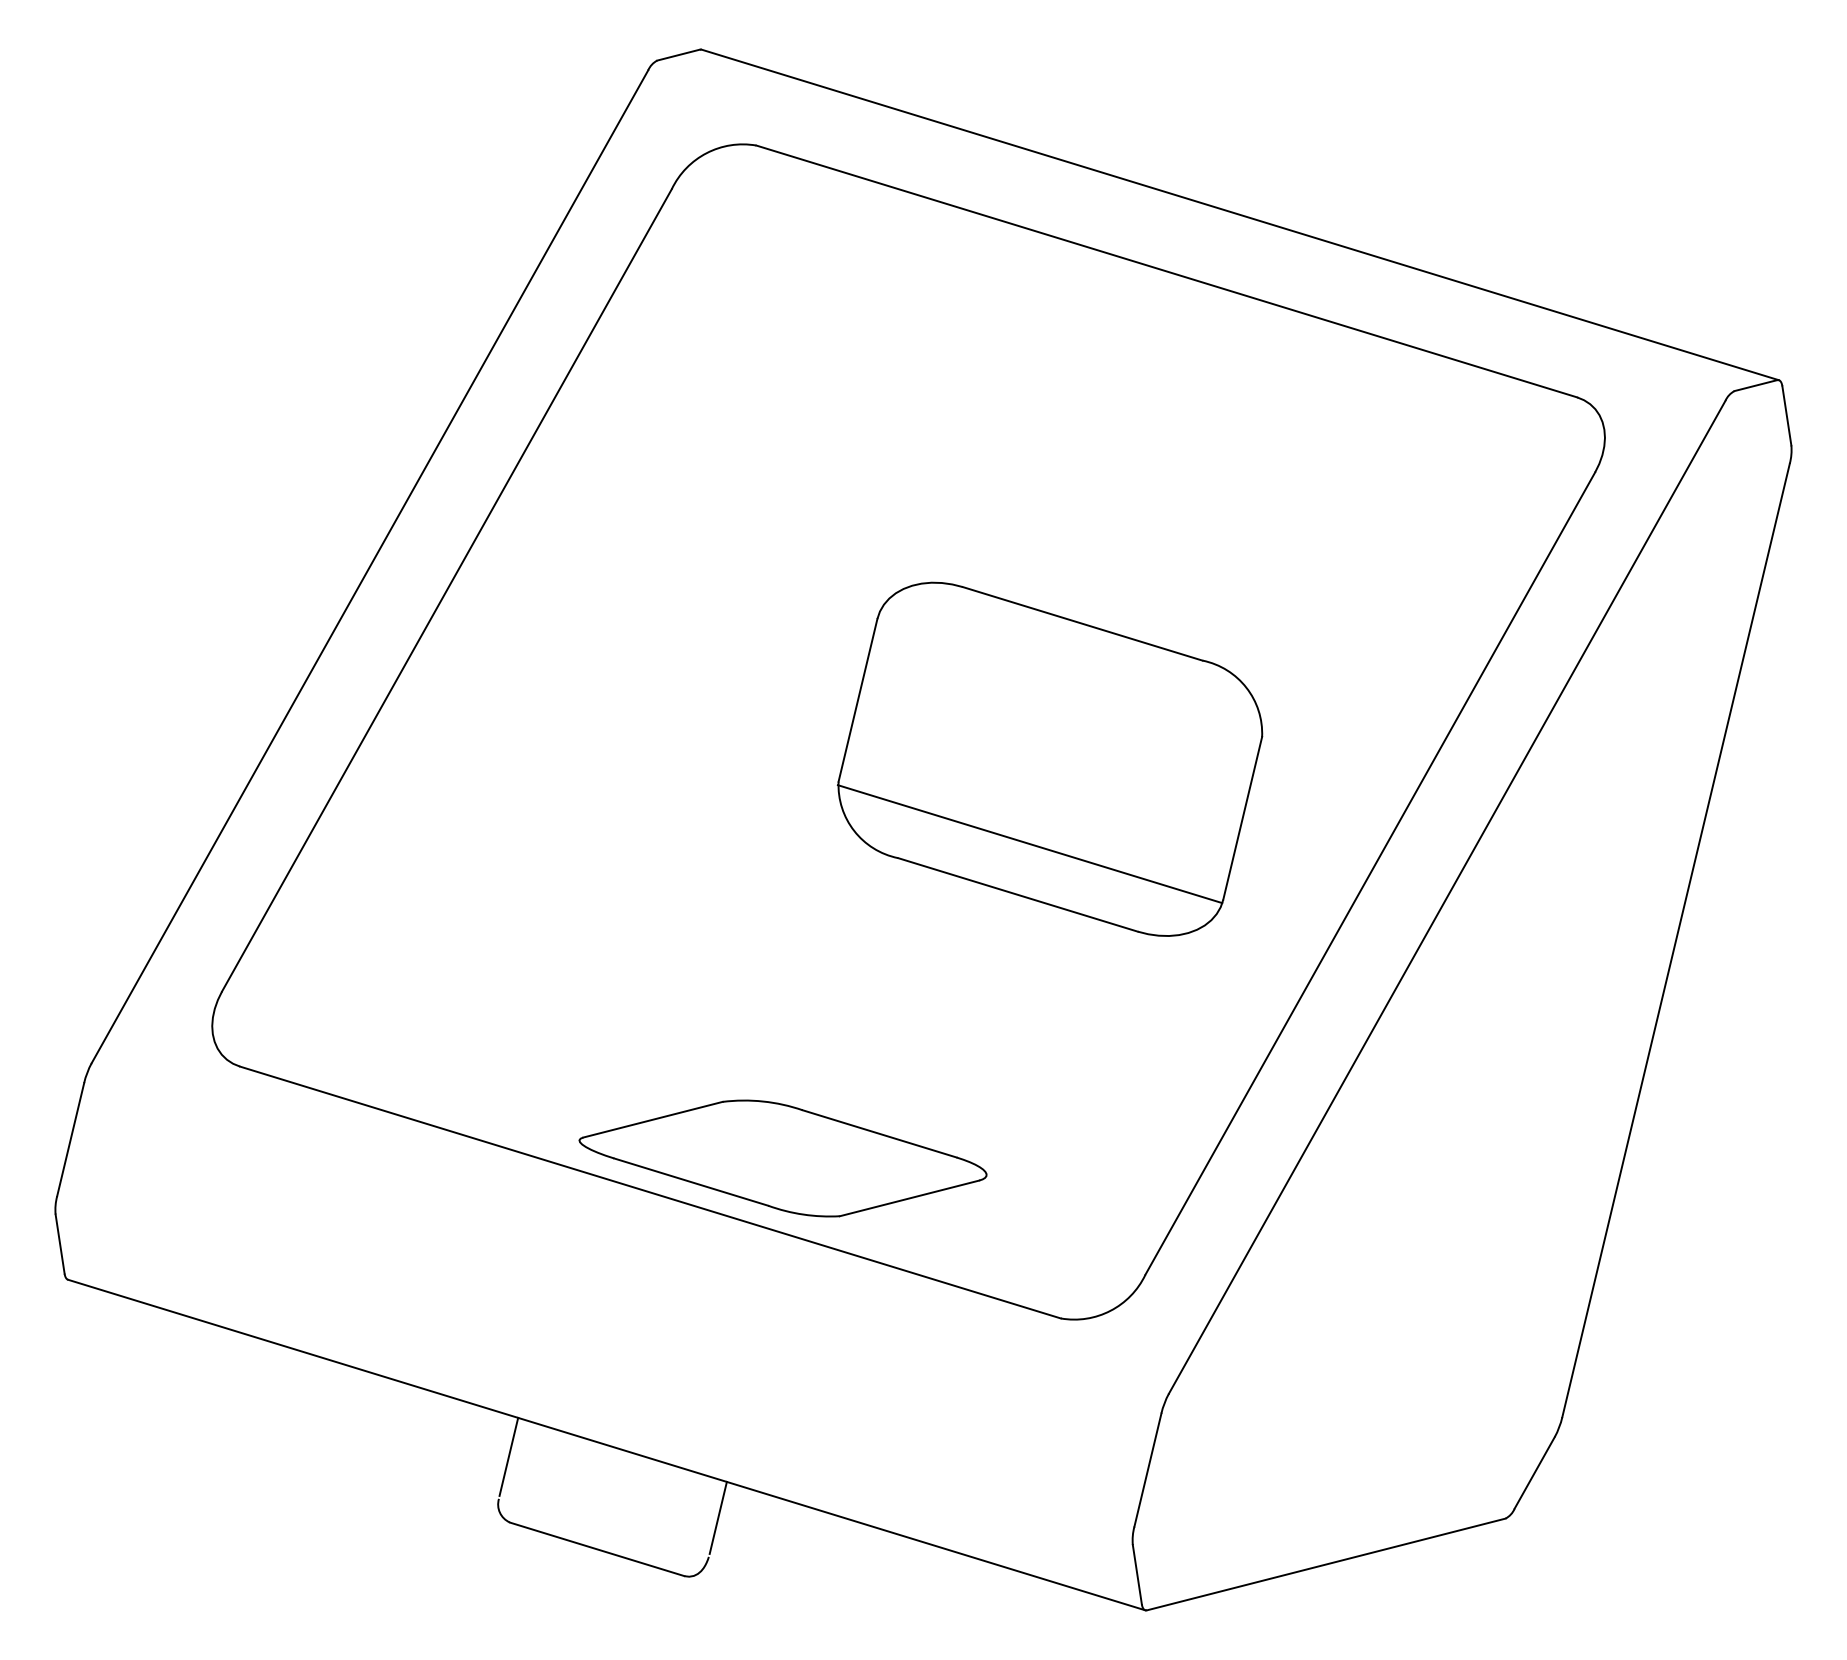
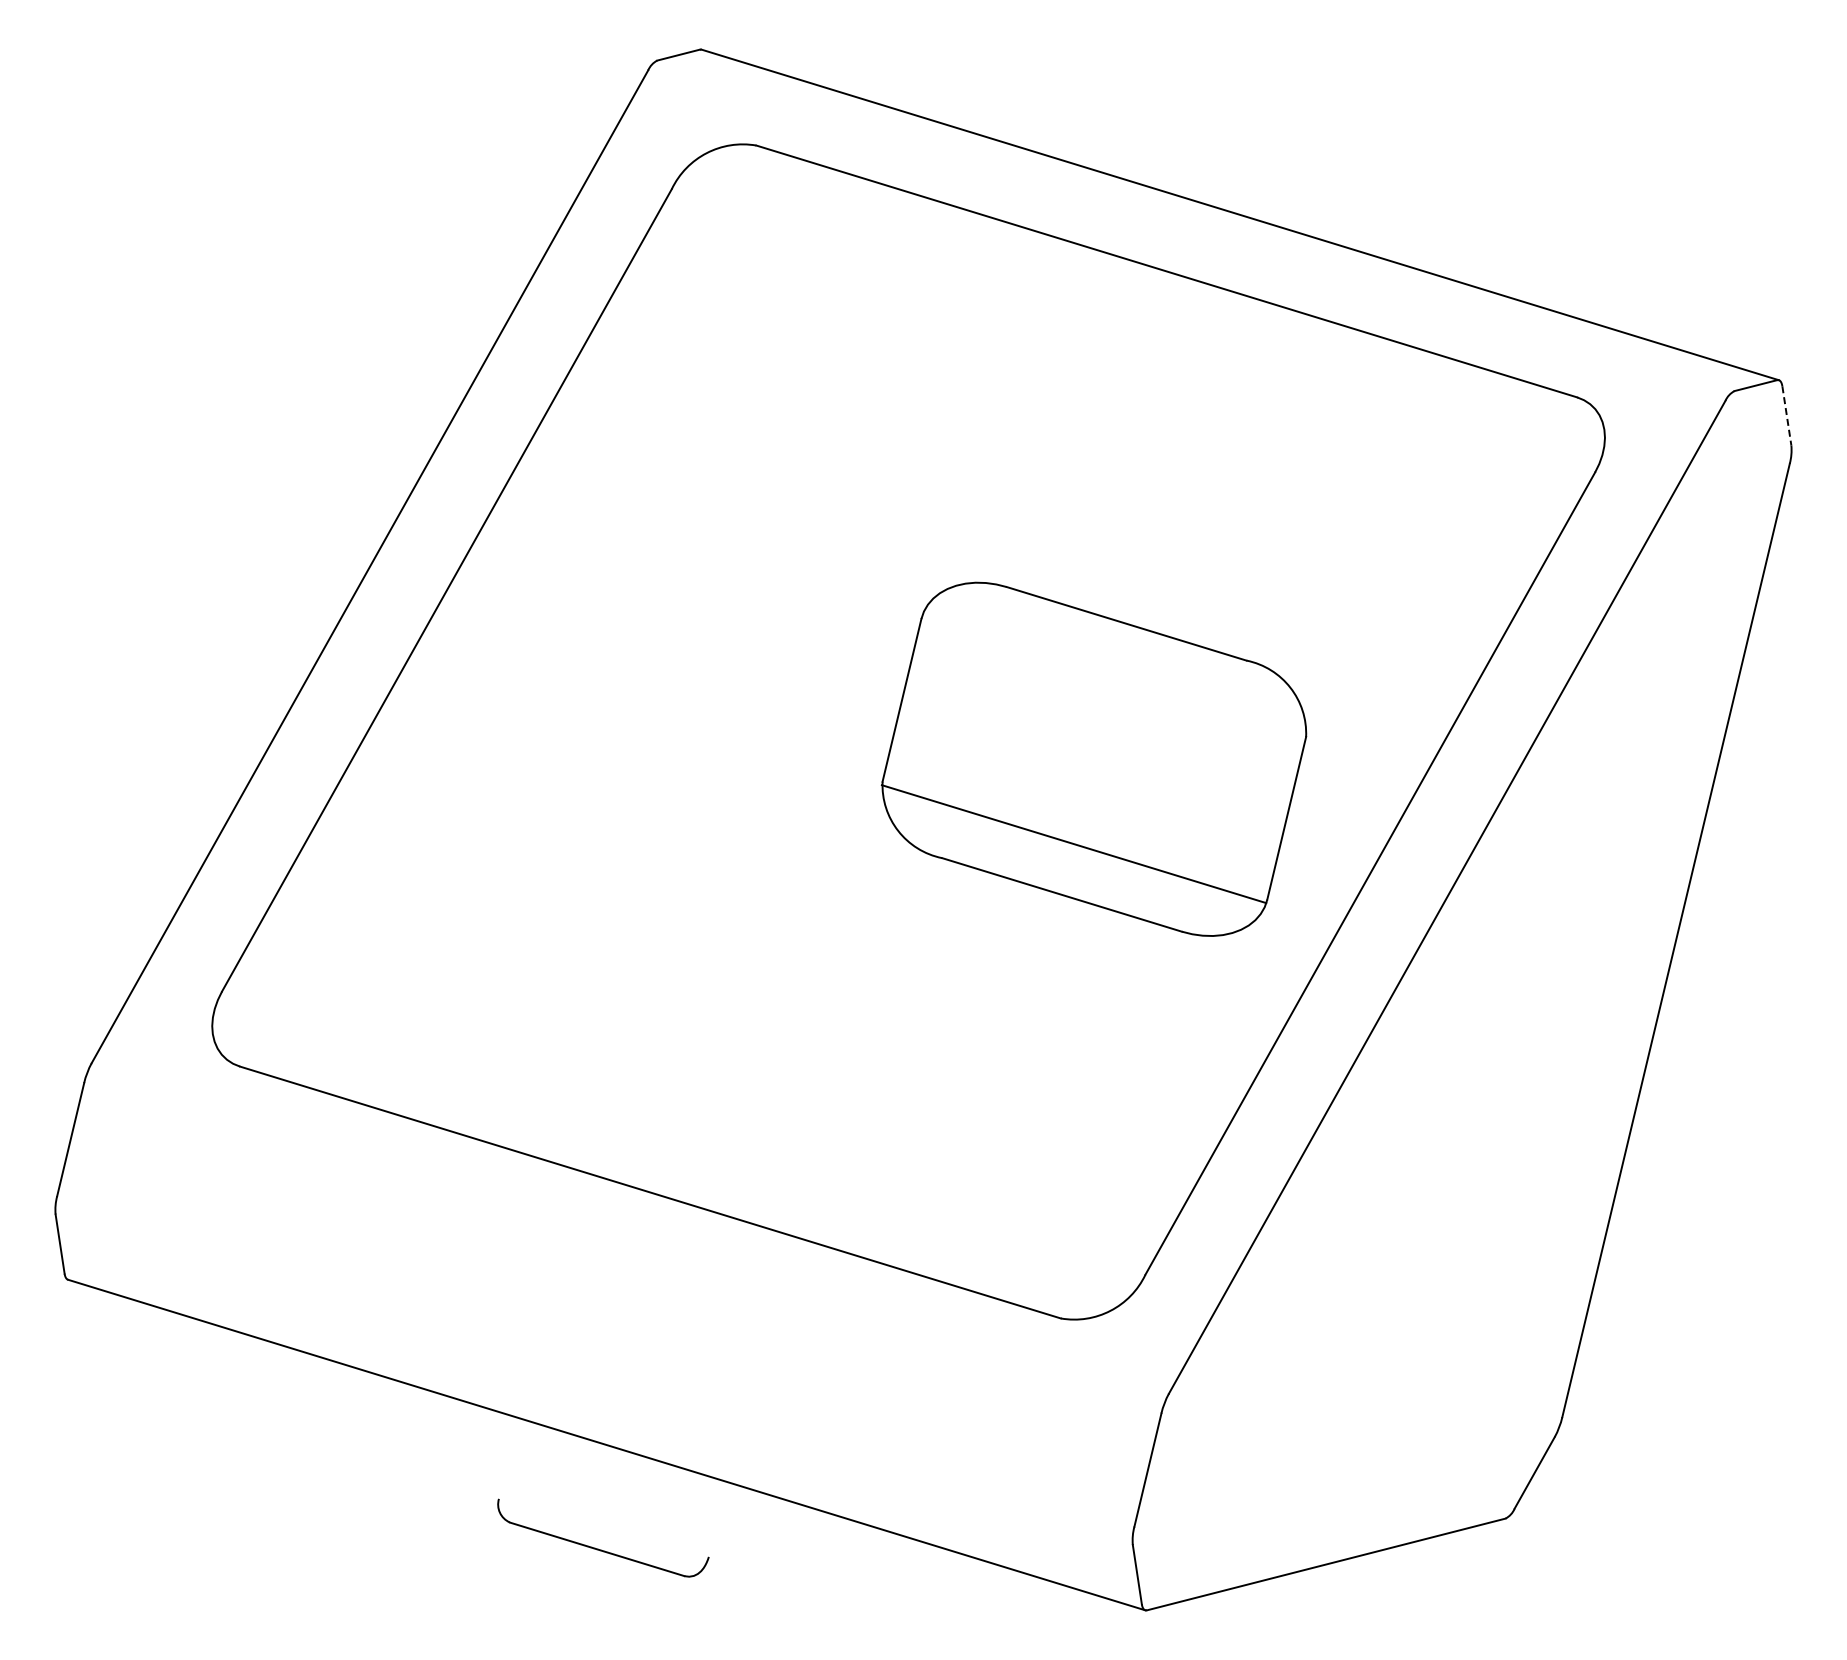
line at (1786, 415): solid -> dashed
part at (1049, 758) position: (1049, 758) -> (1093, 758)
part at (782, 1158): present -> none
line at (508, 1456): present -> none
line at (717, 1517): present -> none
